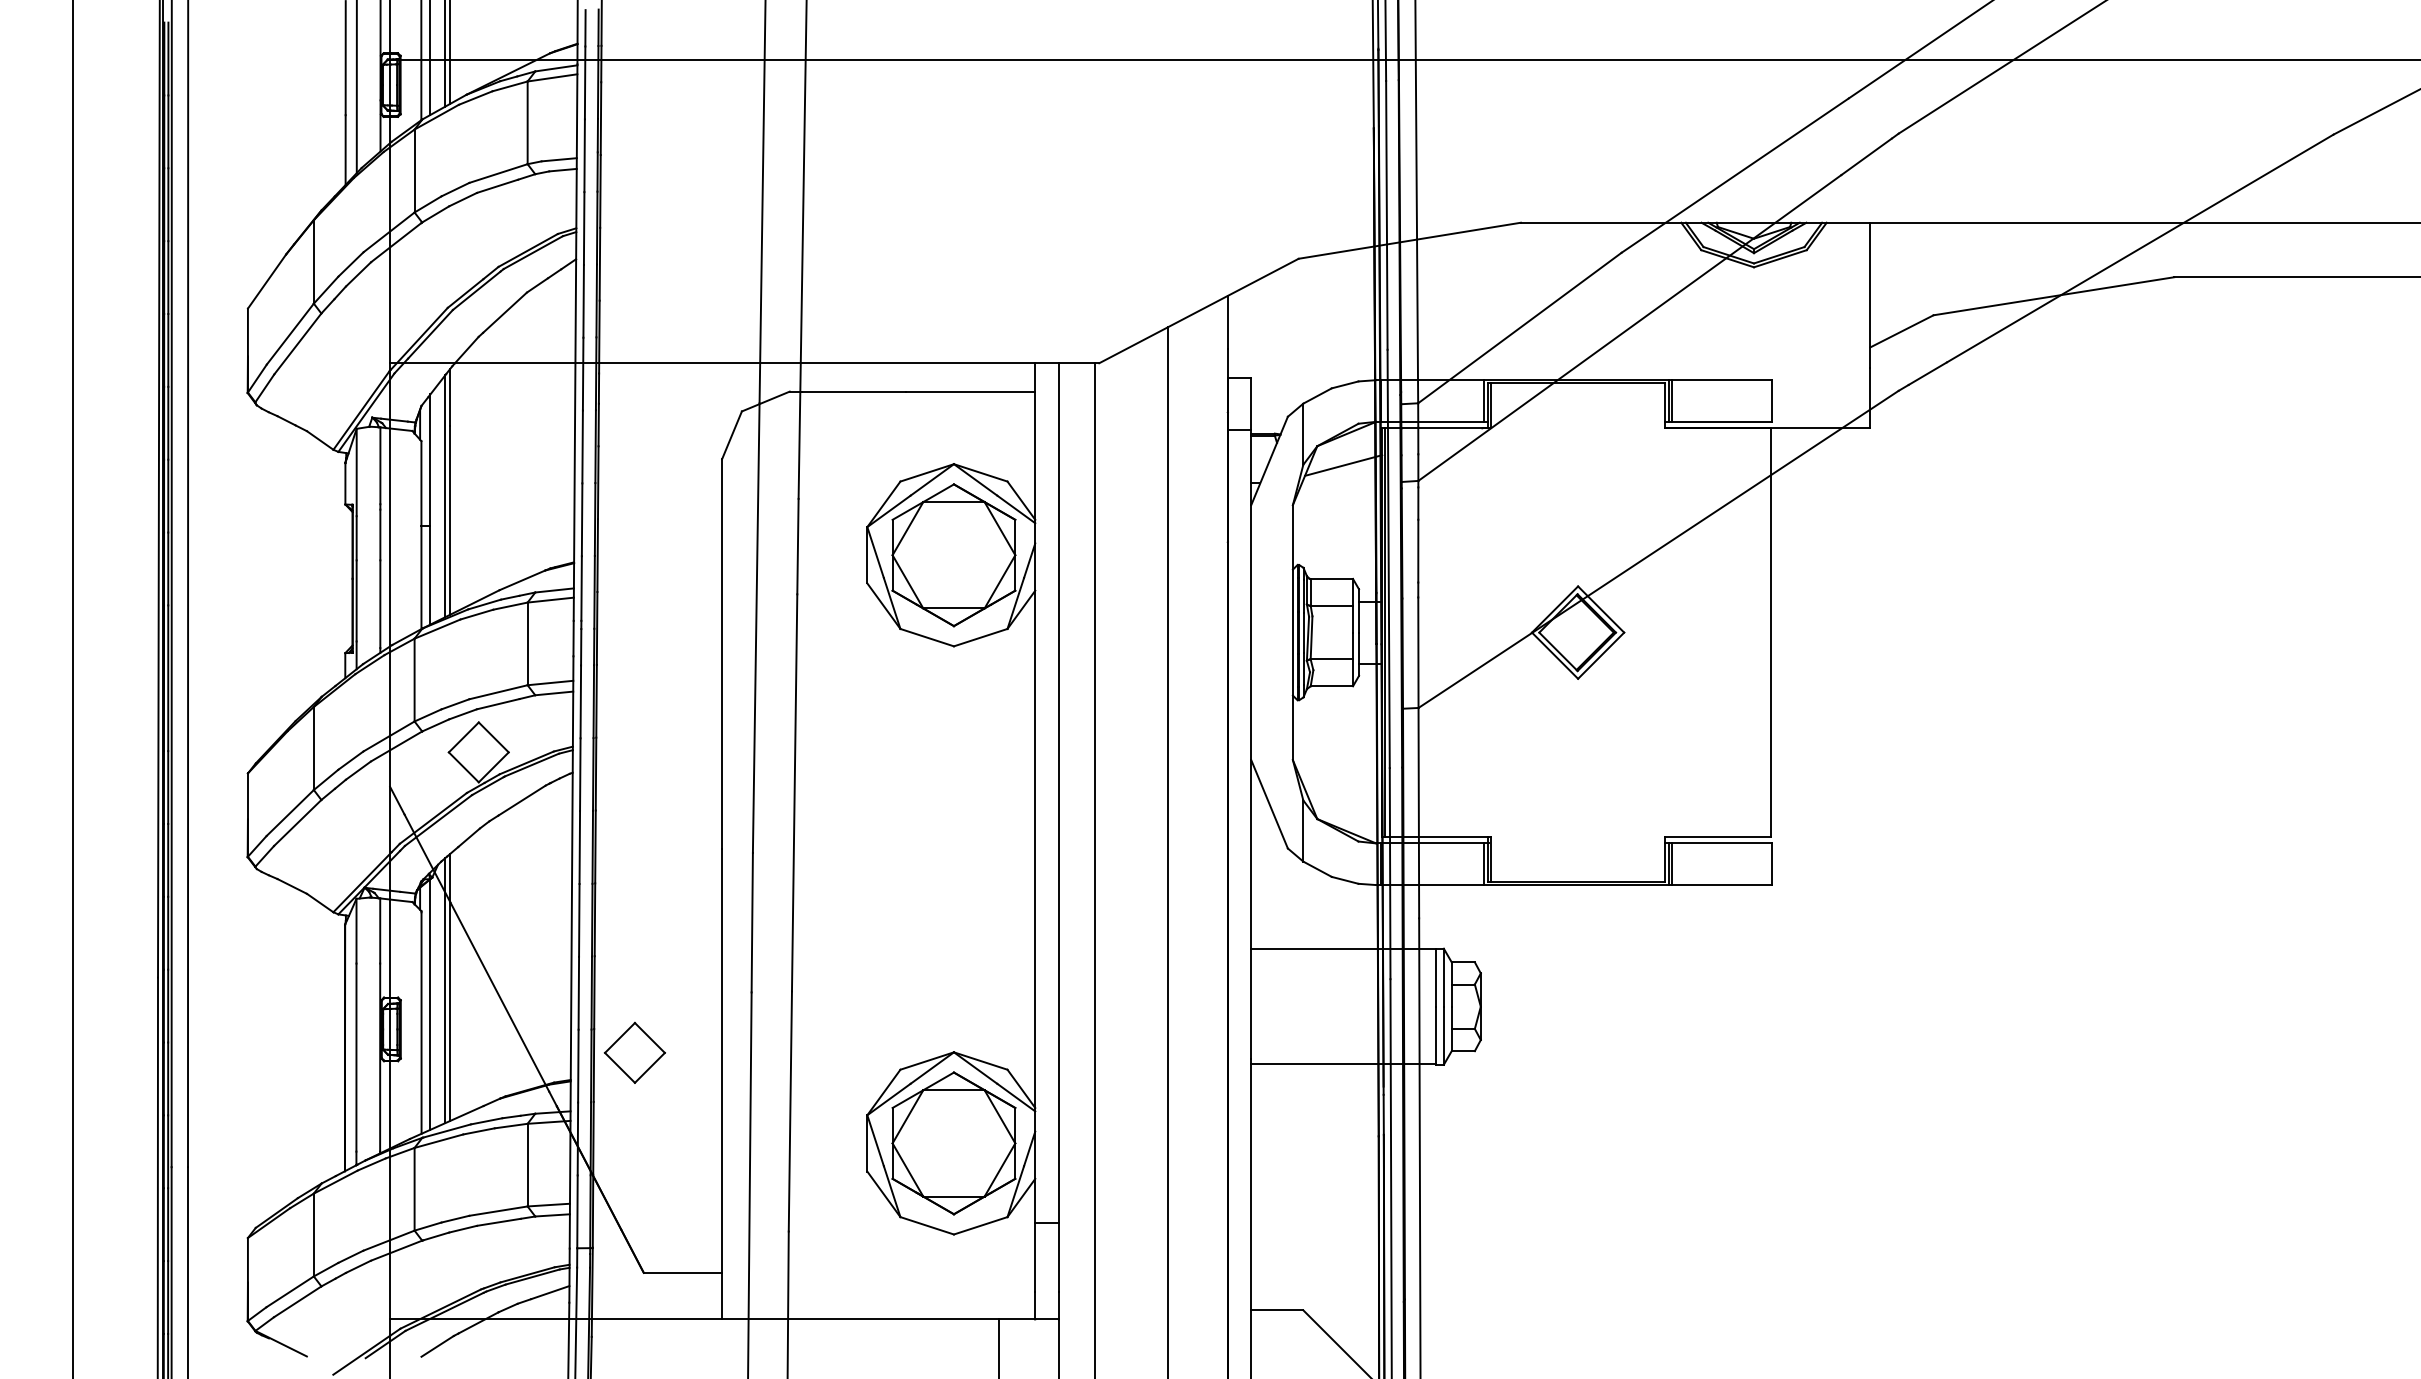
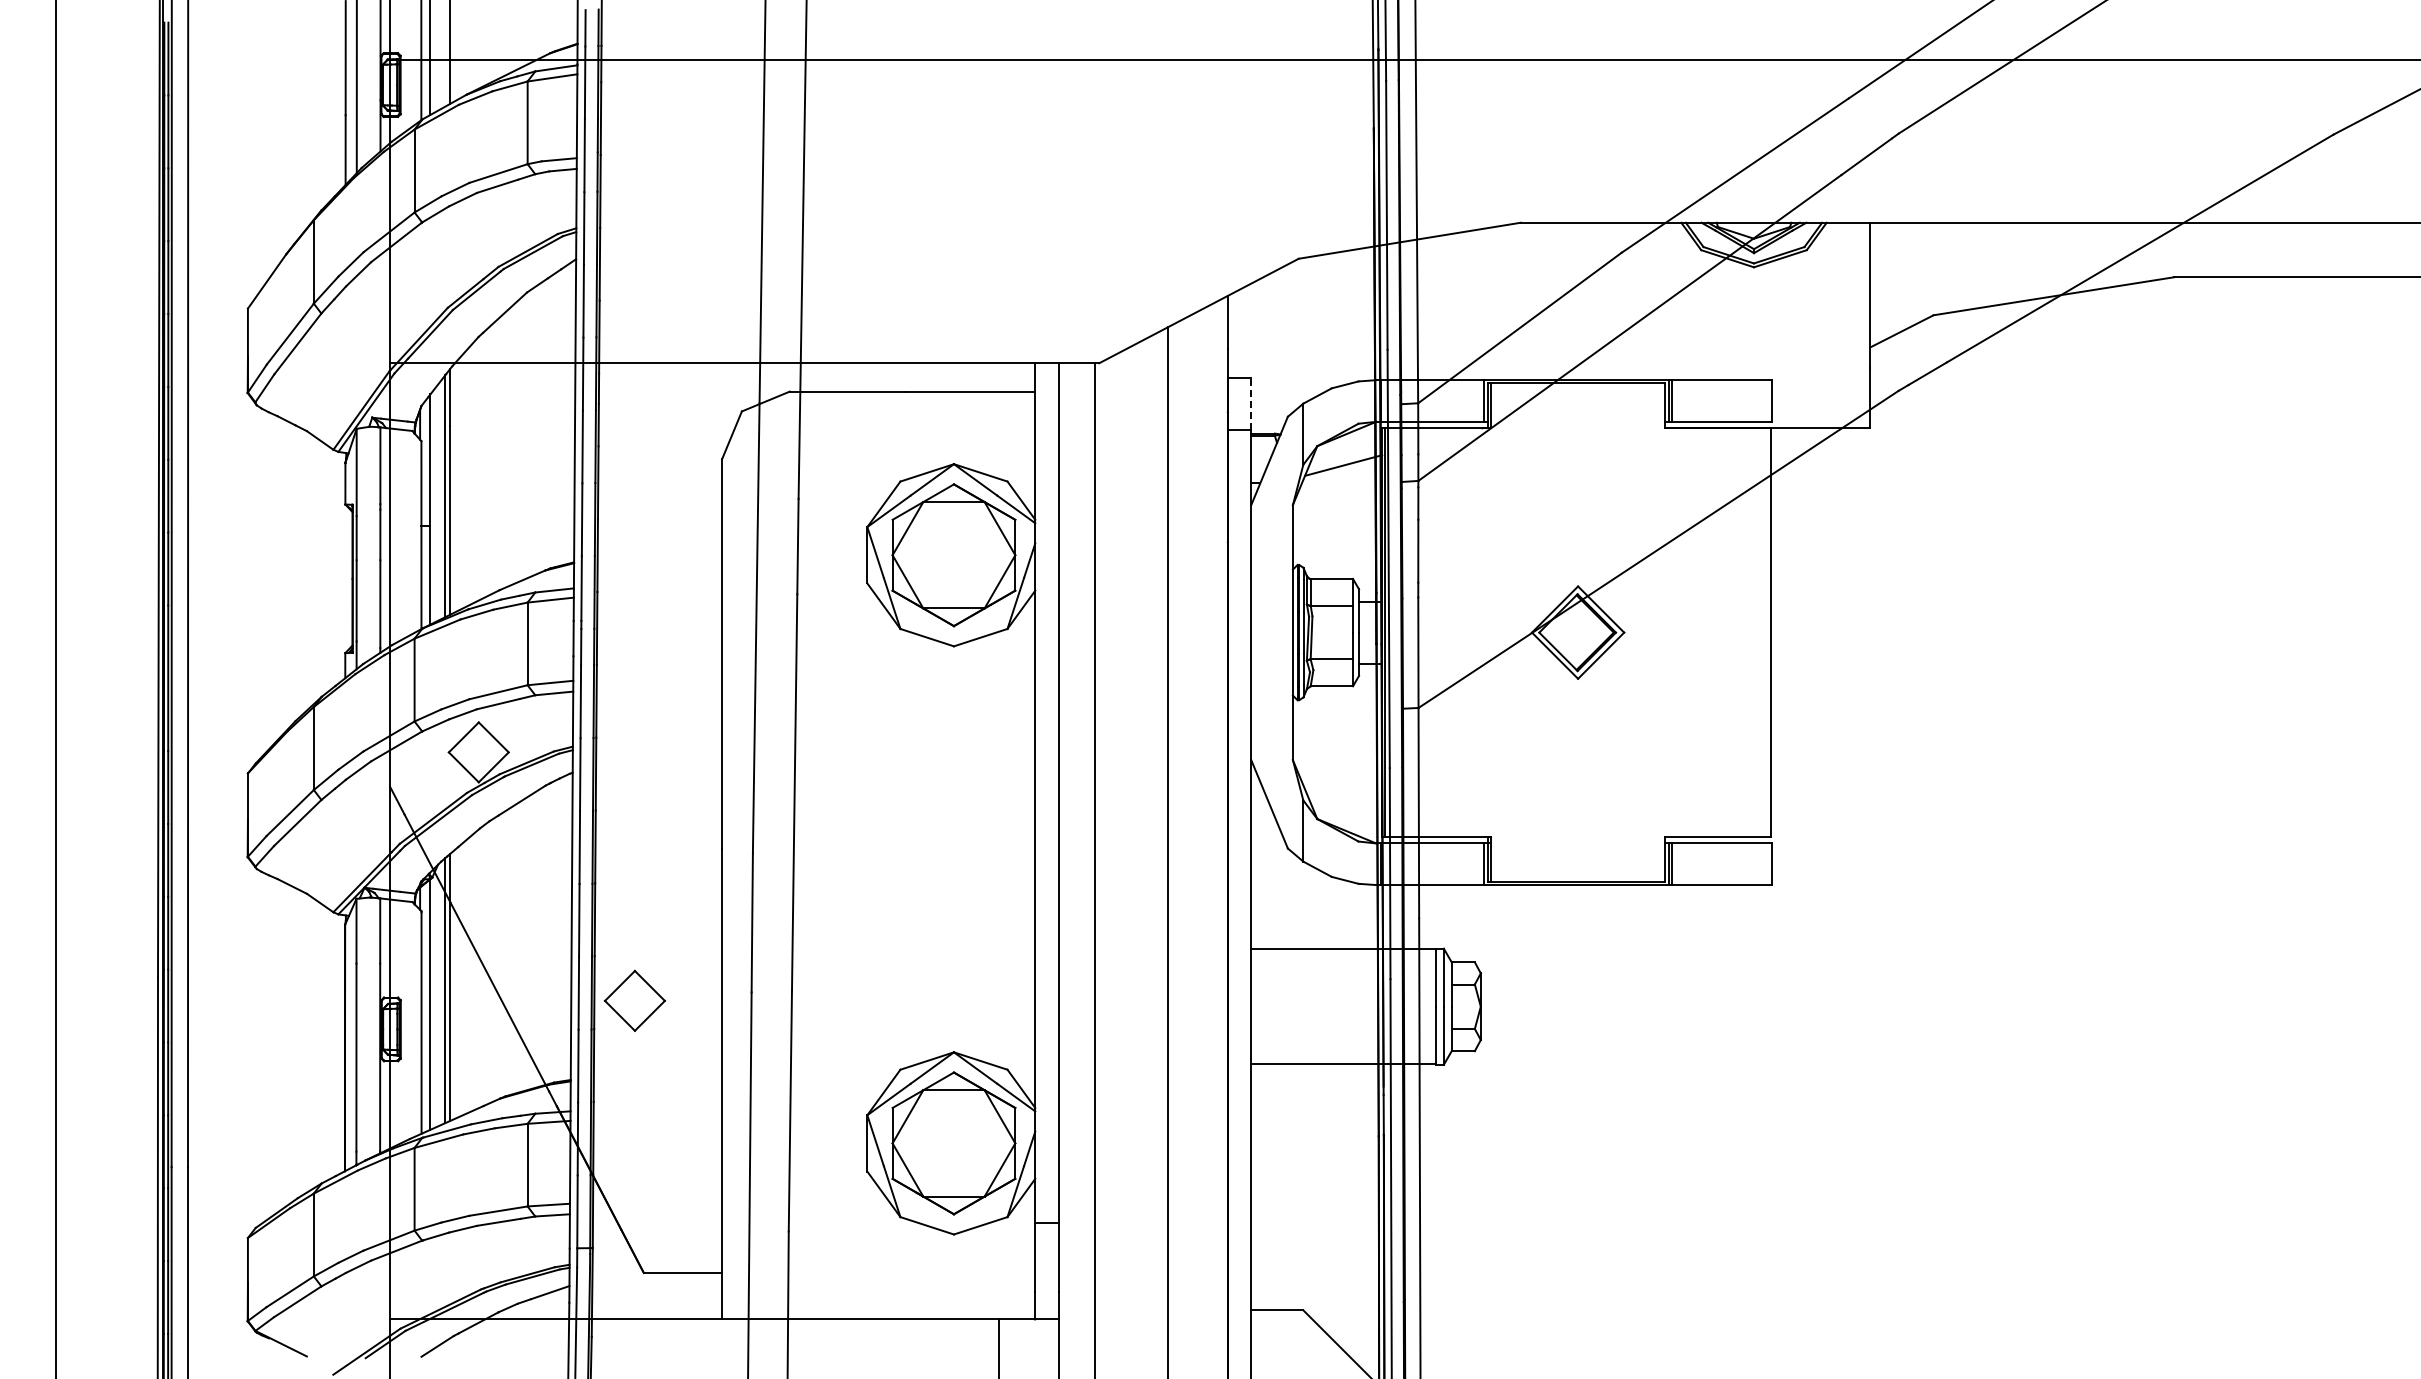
line at (445, 54): present -> none
line at (1251, 403): solid -> dashed
line at (72, 688) position: (72, 688) -> (55, 688)
part at (634, 1052) position: (634, 1052) -> (634, 1000)
